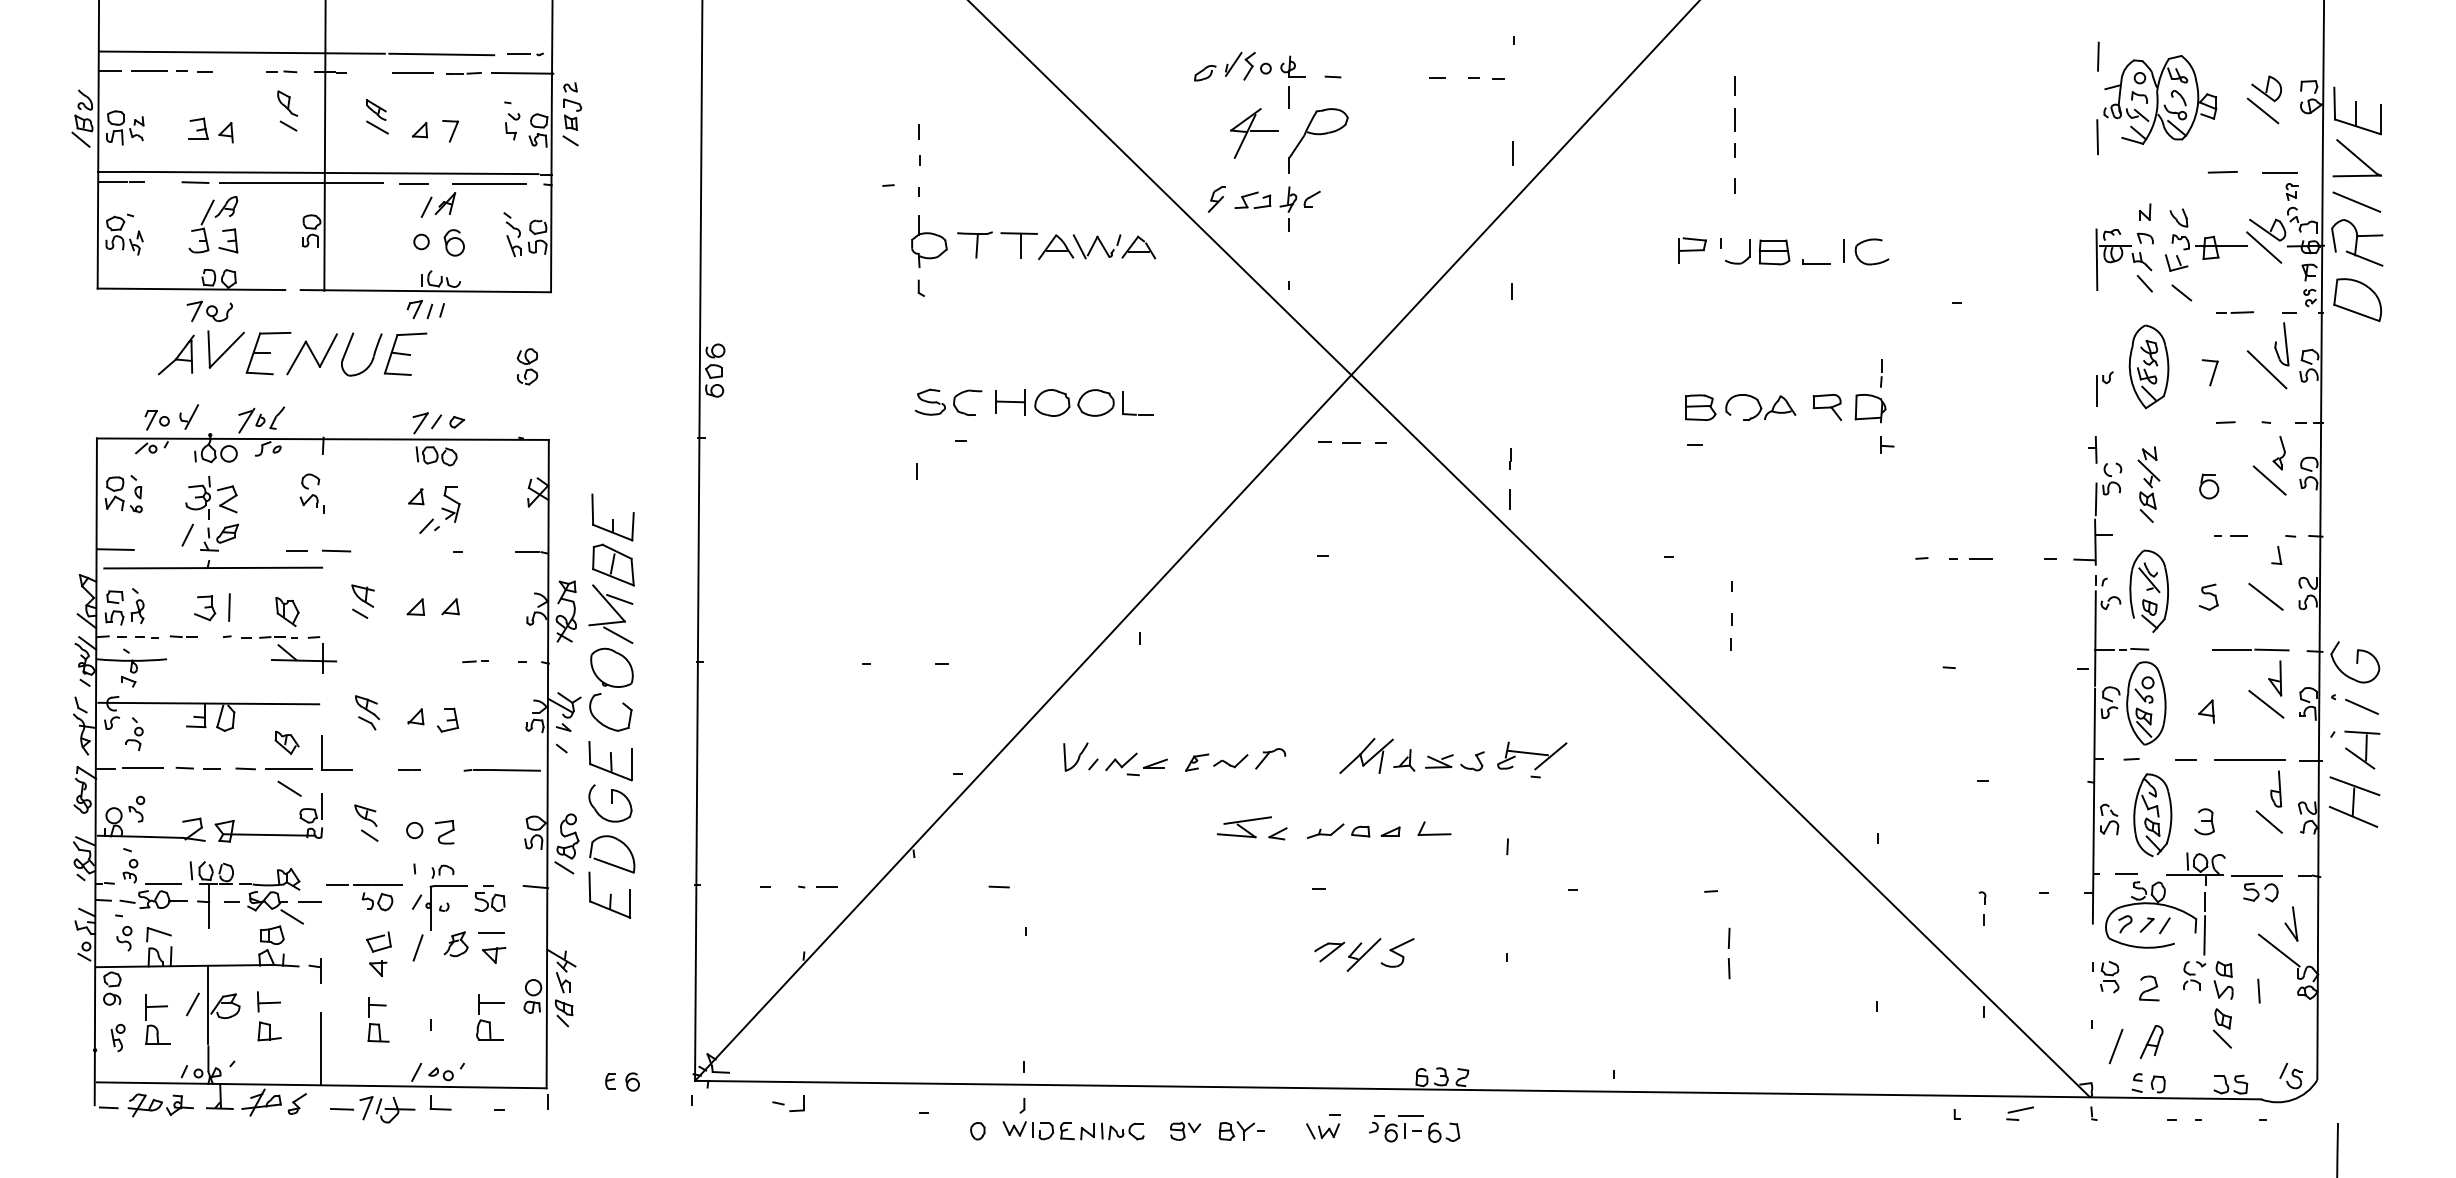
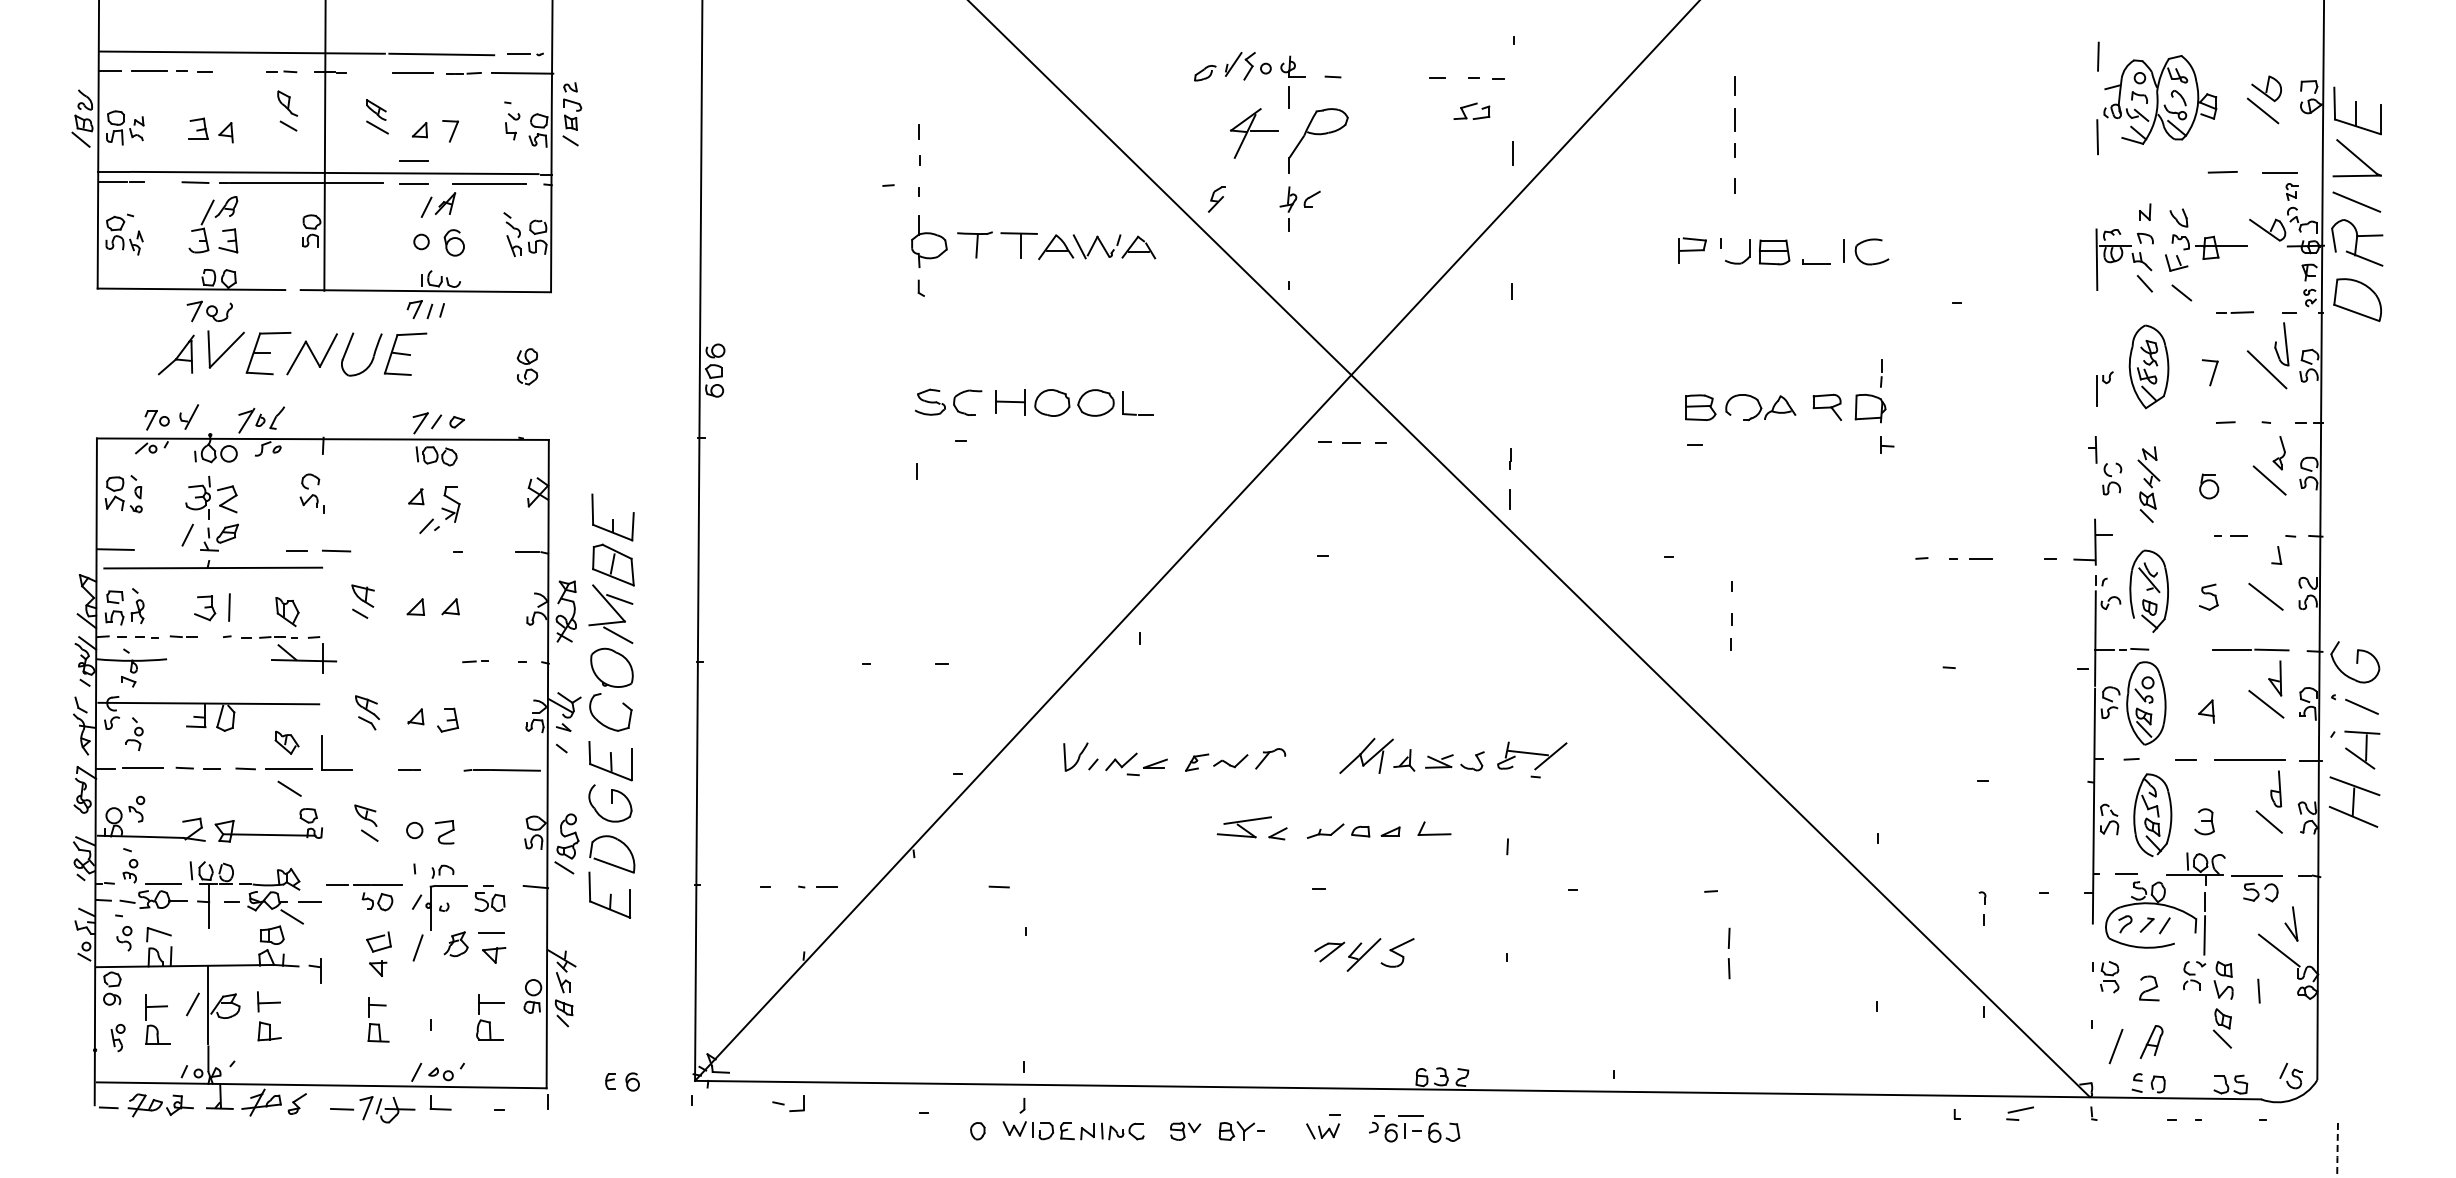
line at (413, 160): none -> present
part at (1252, 199) position: (1252, 199) -> (1471, 110)
line at (2264, 247): present -> none
line at (2095, 499): present -> none
line at (322, 806): present -> none
line at (320, 1048): present -> none
arc at (2337, 1150): solid -> dashed
